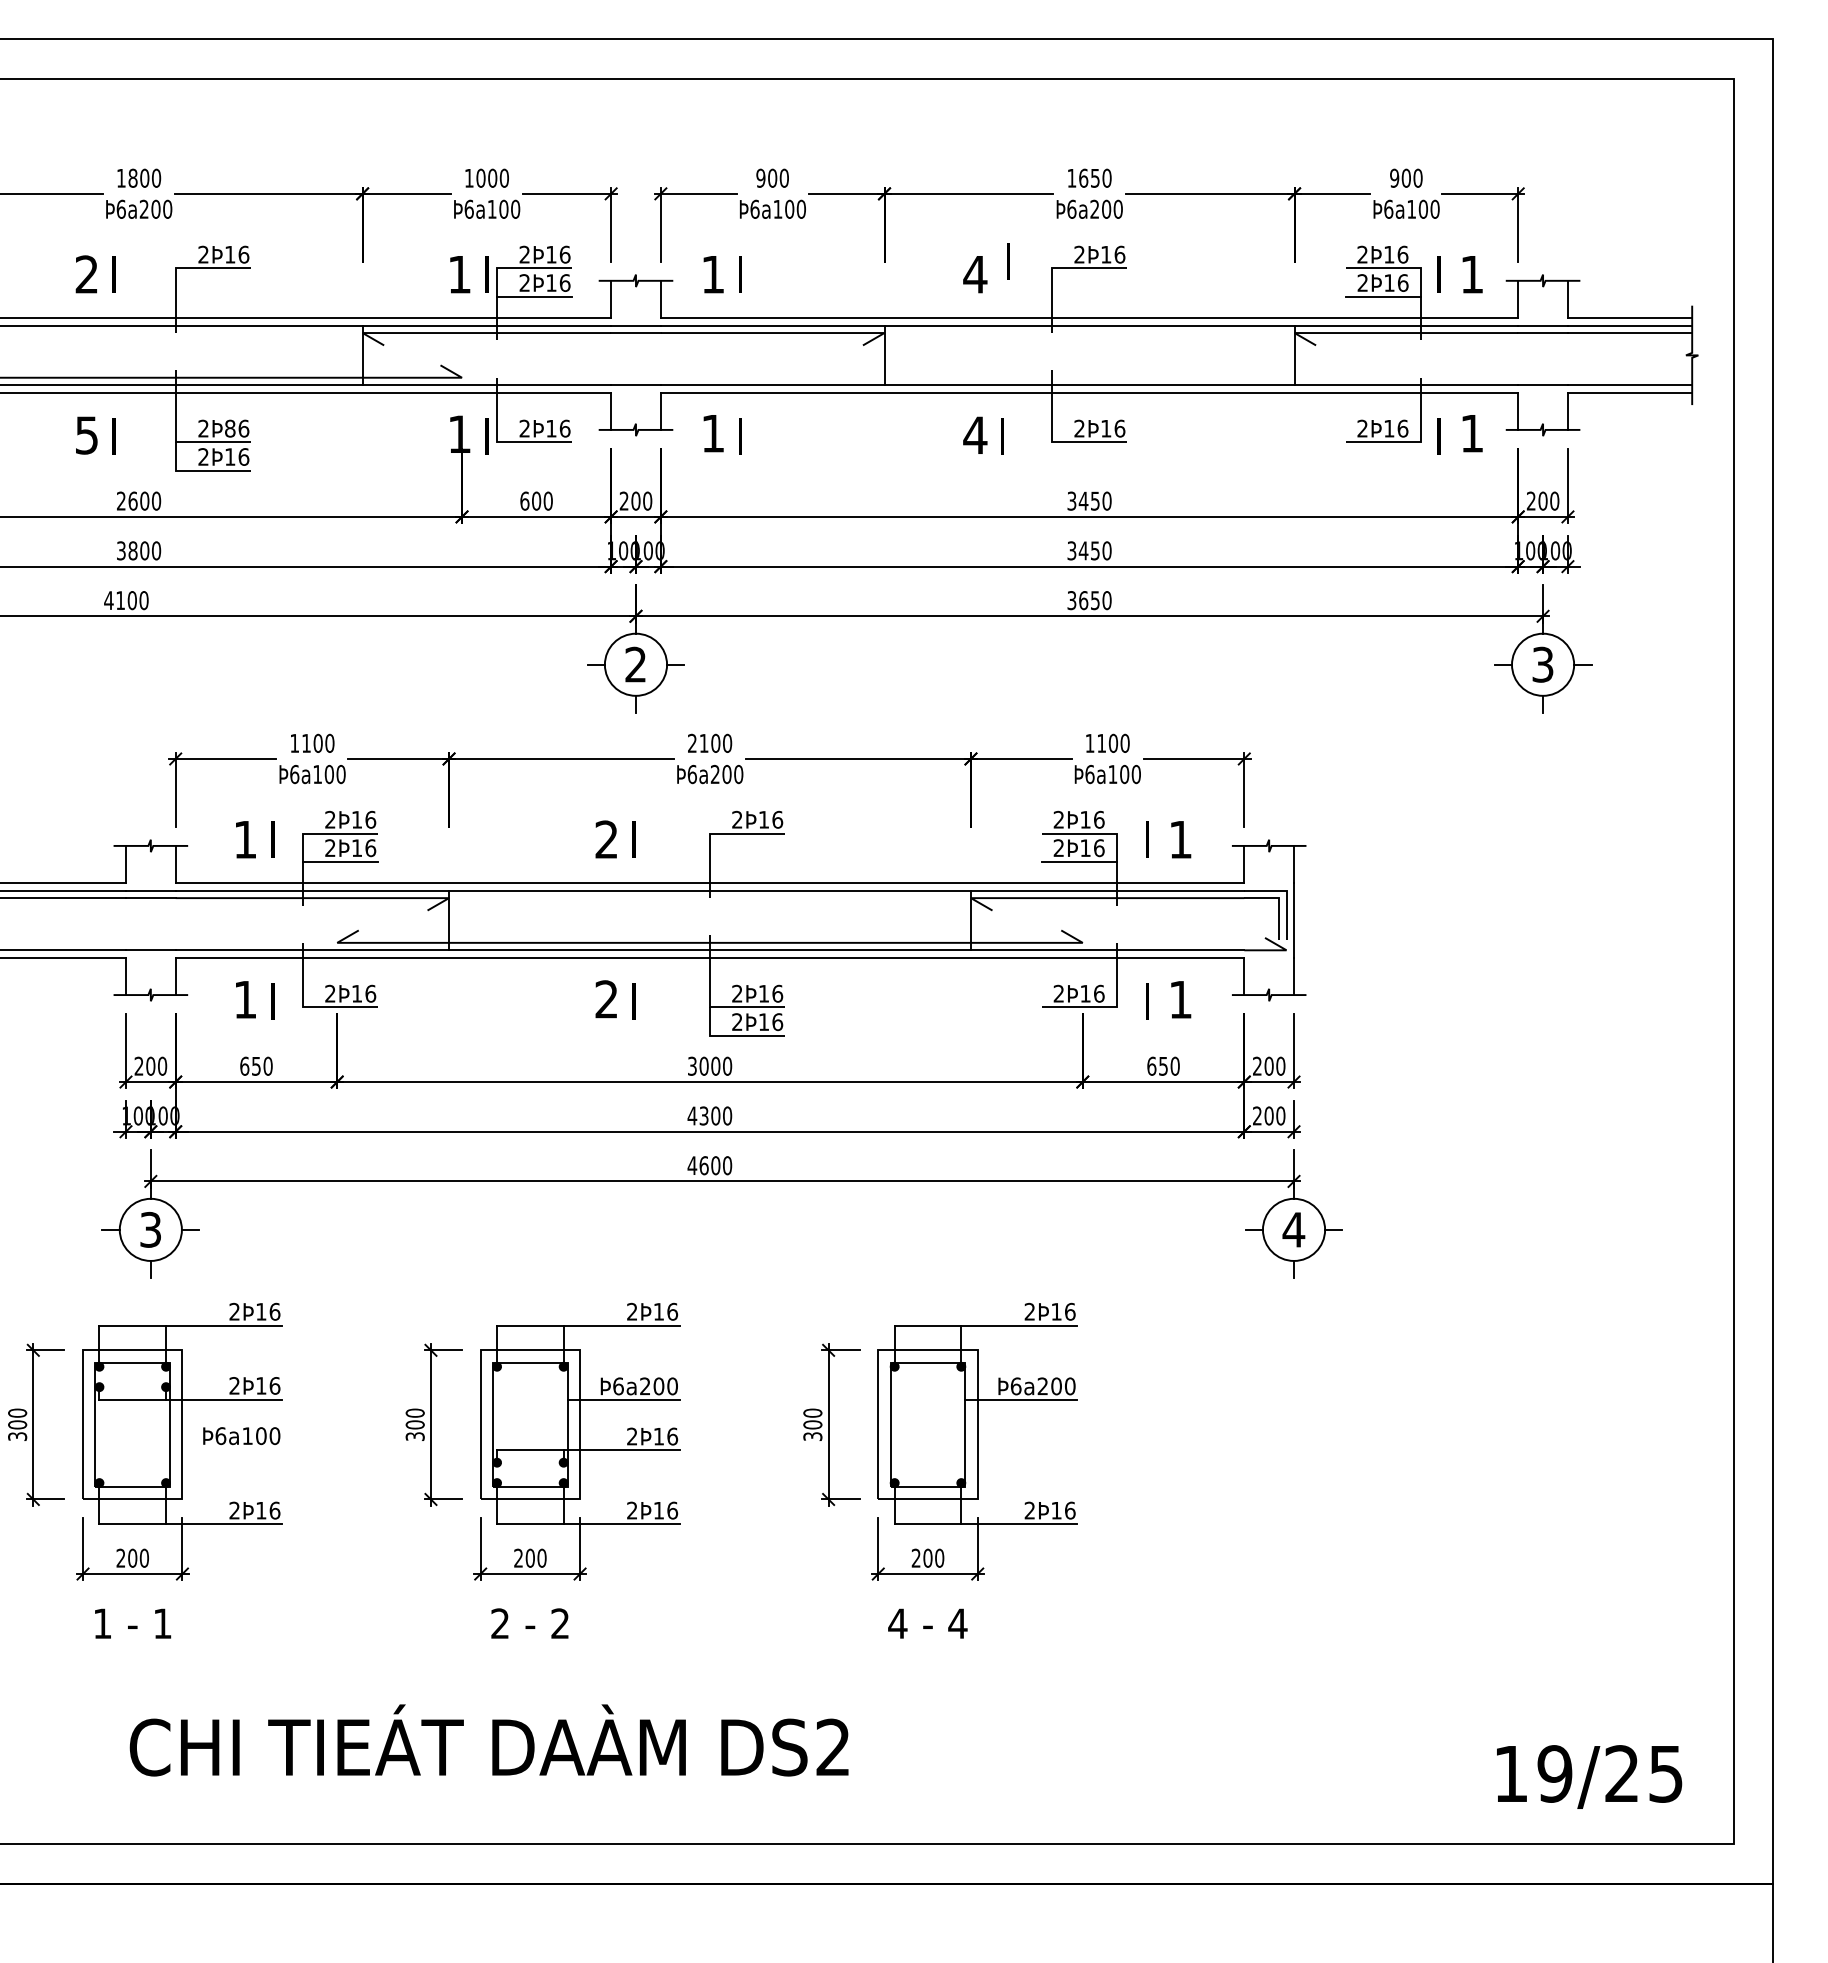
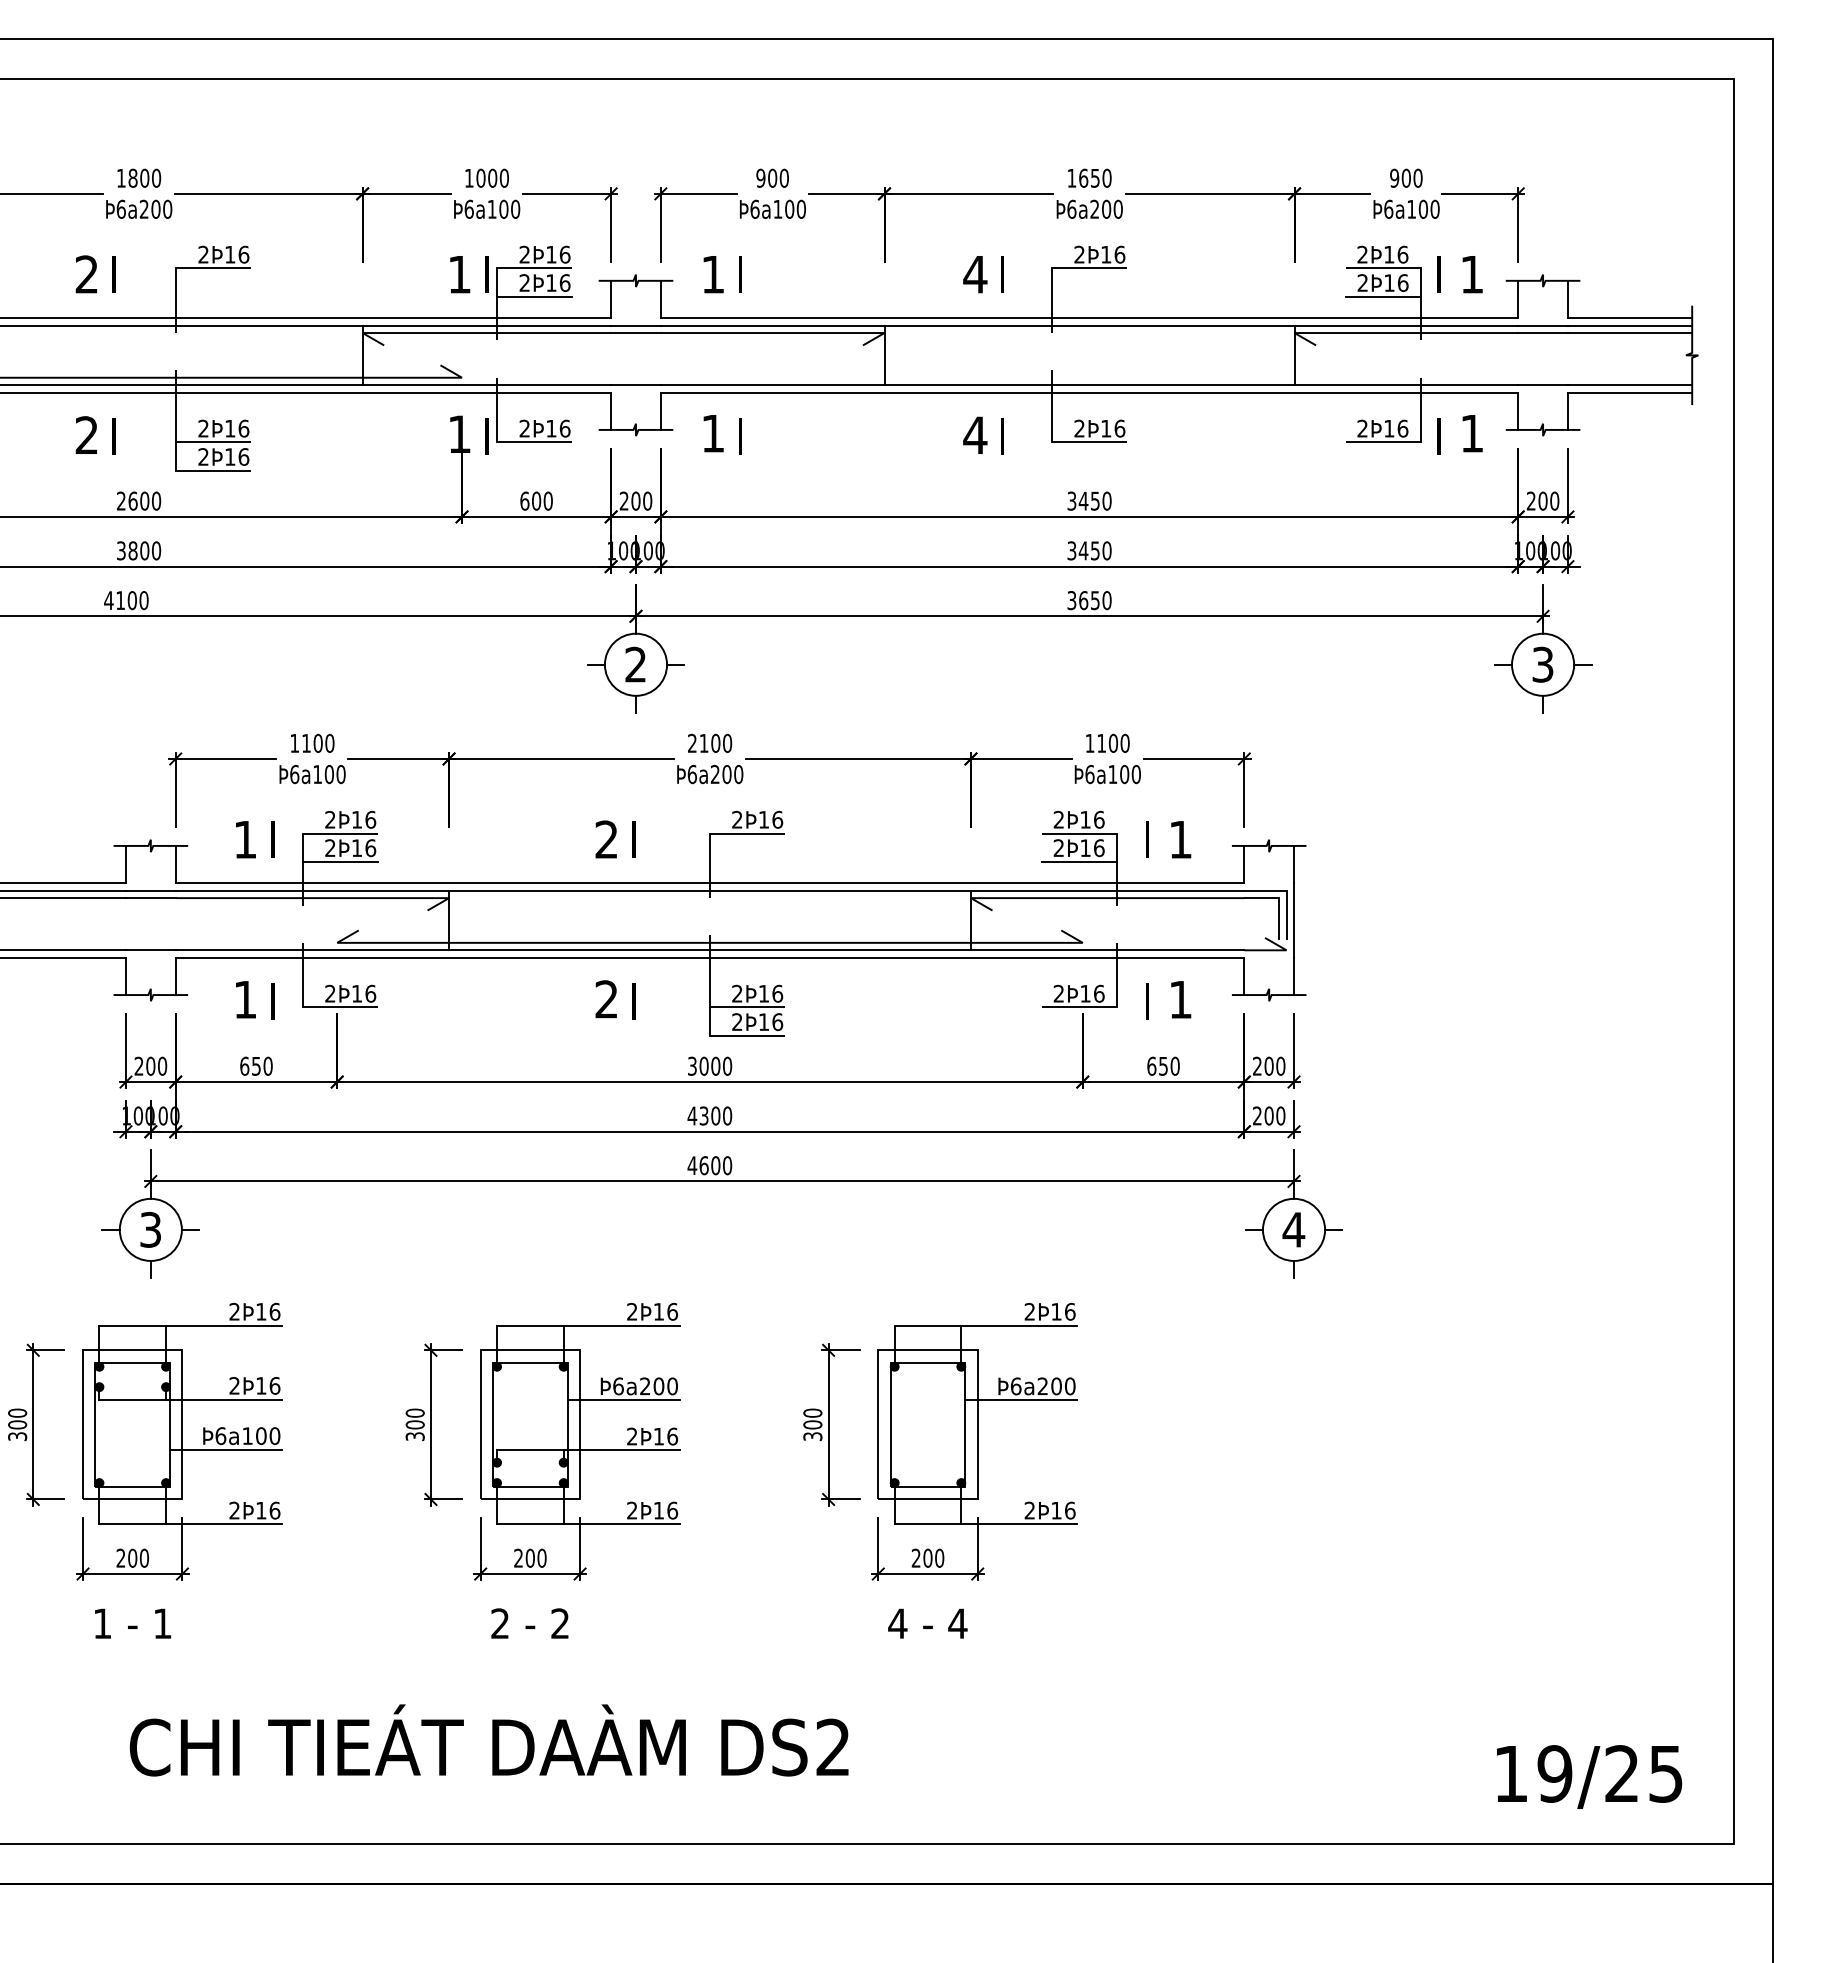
line at (1008, 261) position: (1008, 261) -> (1002, 274)
text at (230, 428): 2Þ86 -> 2Þ16
text at (86, 435): 5 -> 2
line at (225, 1449): none -> present
